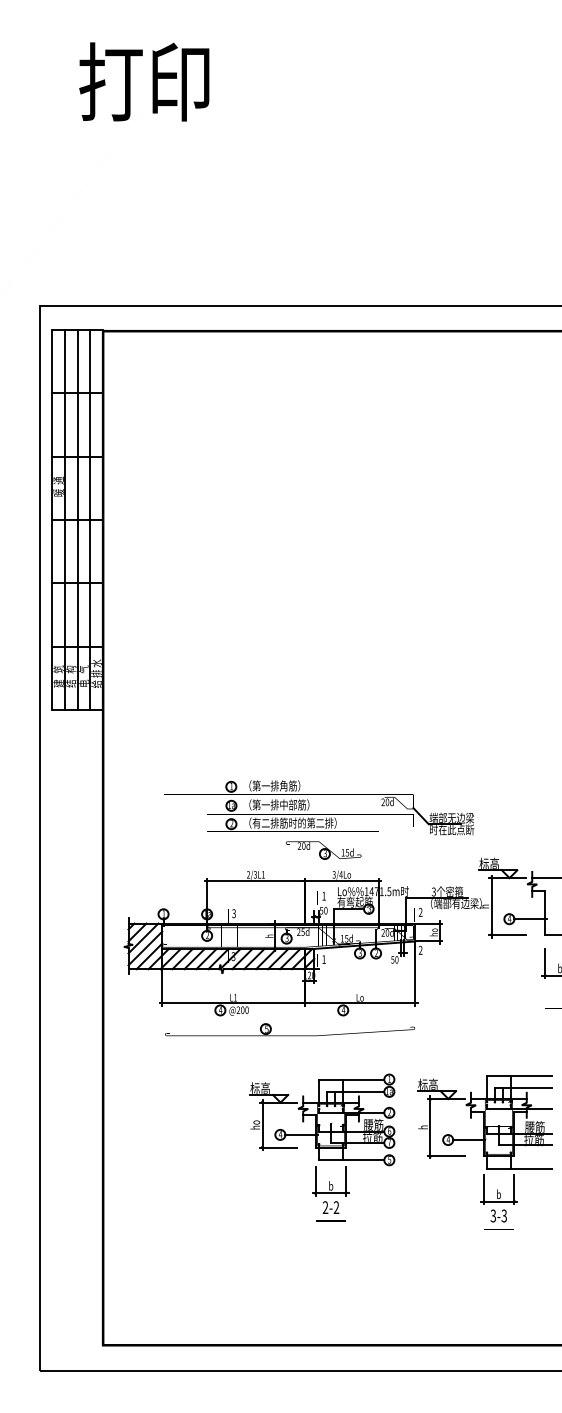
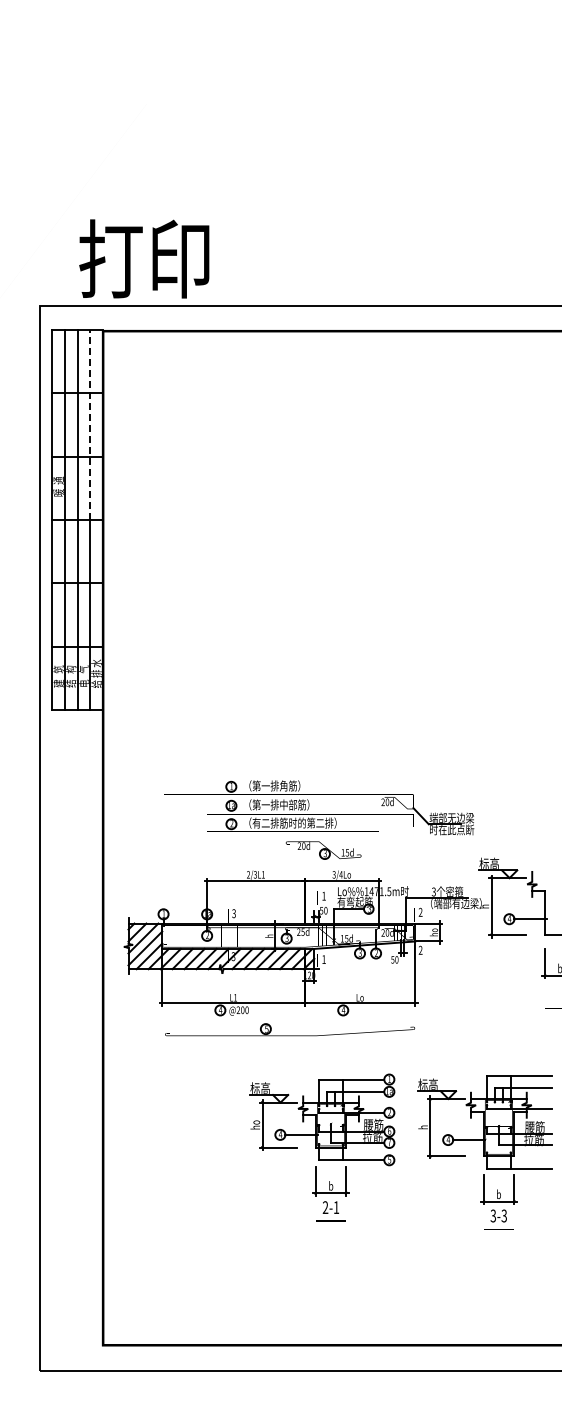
text at (144, 81) position: (144, 81) -> (144, 258)
line at (90, 424): solid -> dashed
line at (545, 878): present -> none
text at (336, 1207): 2-2 -> 2-1
